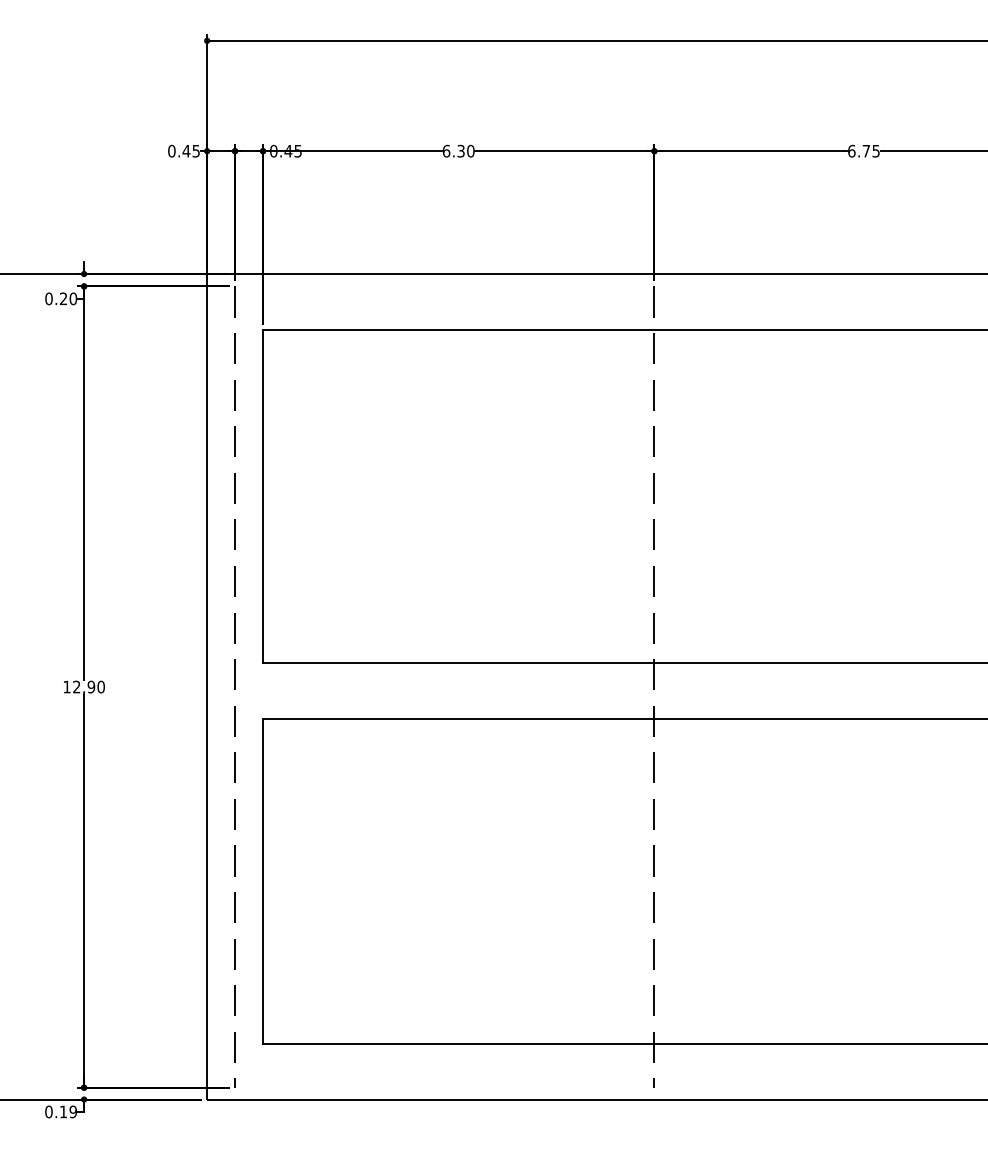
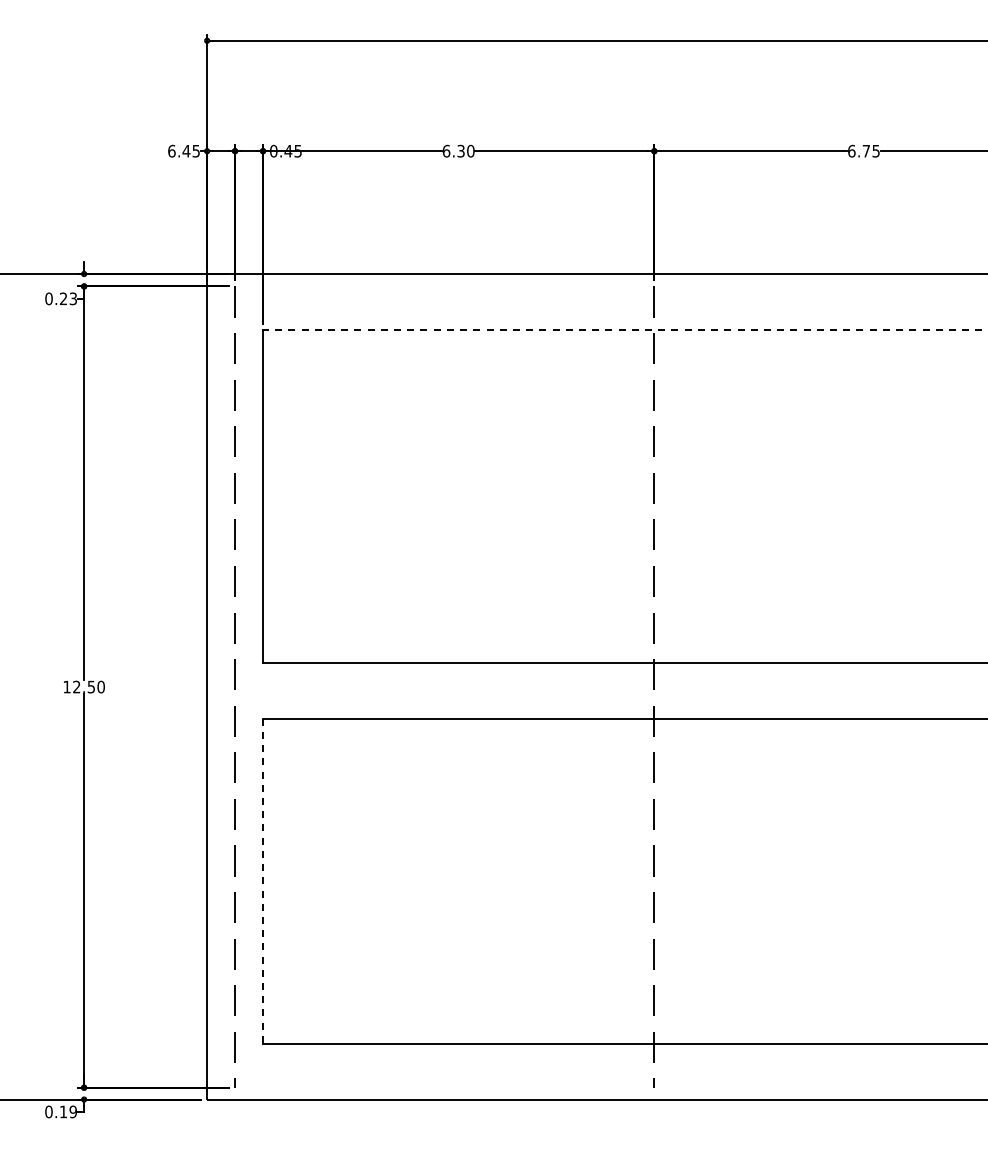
text at (171, 150): 0.45 -> 6.45
text at (73, 298): 0.20 -> 0.23
line at (624, 329): solid -> dashed
text at (91, 686): 12.90 -> 12.50
line at (263, 881): solid -> dashed
